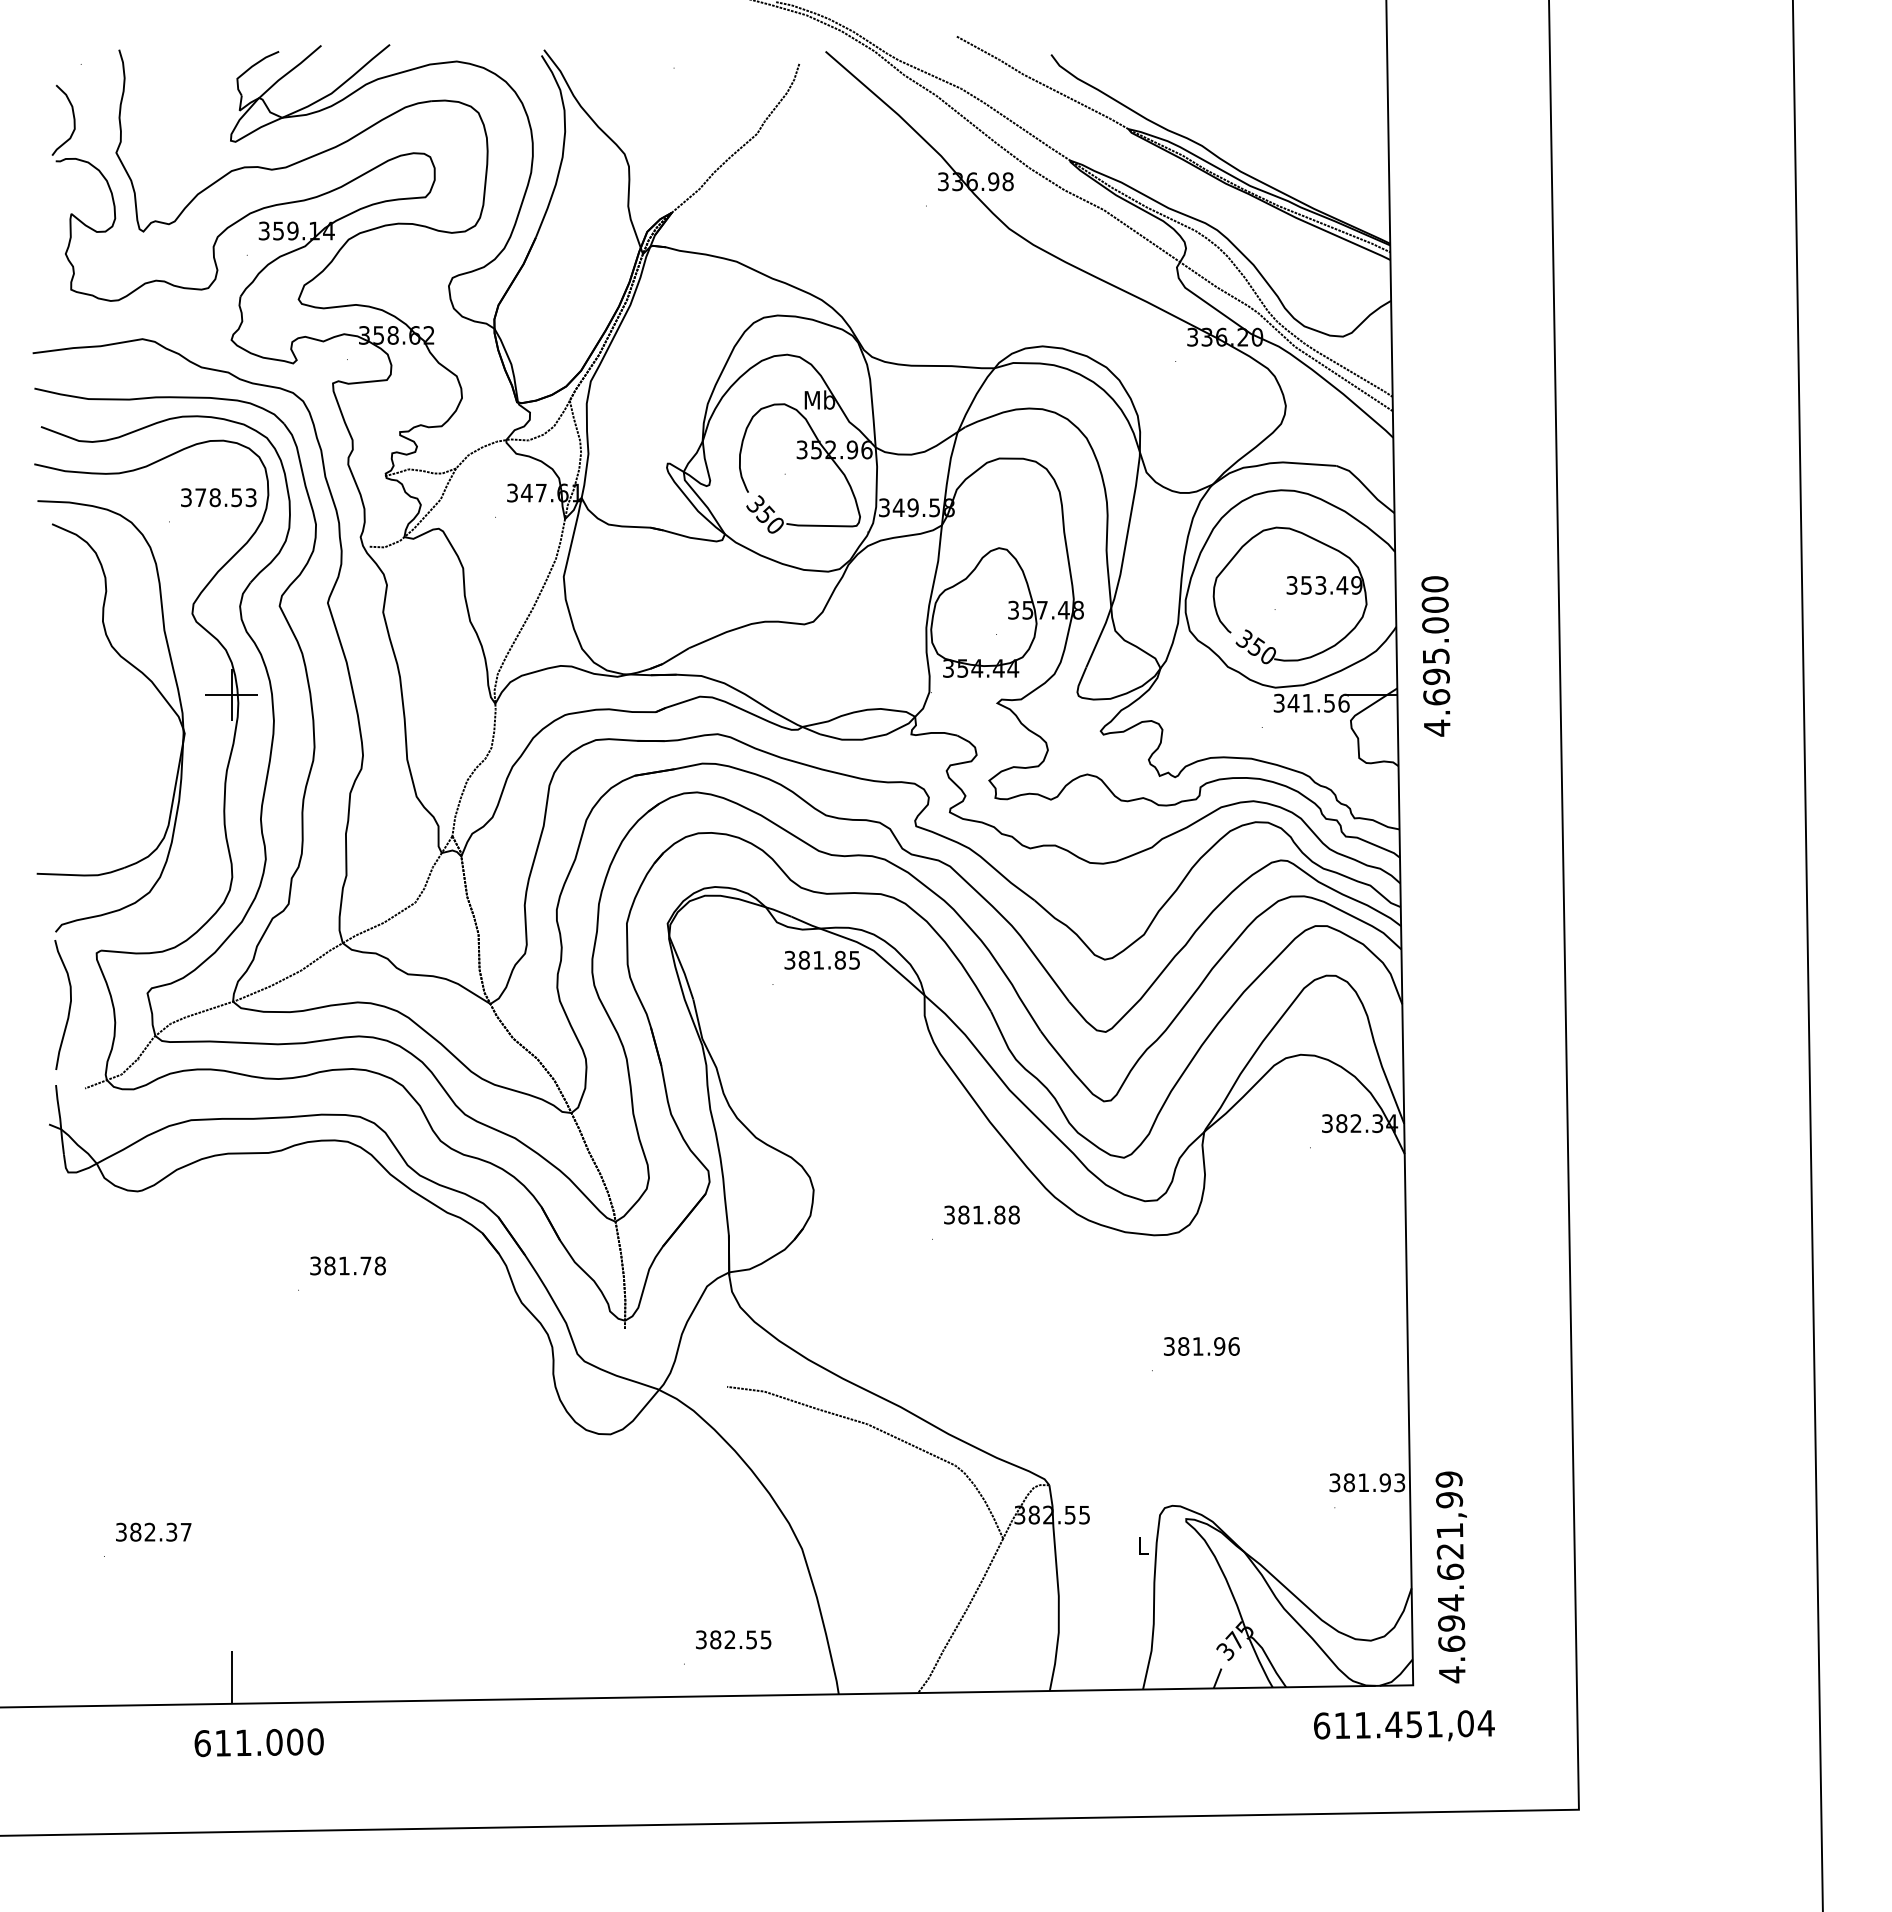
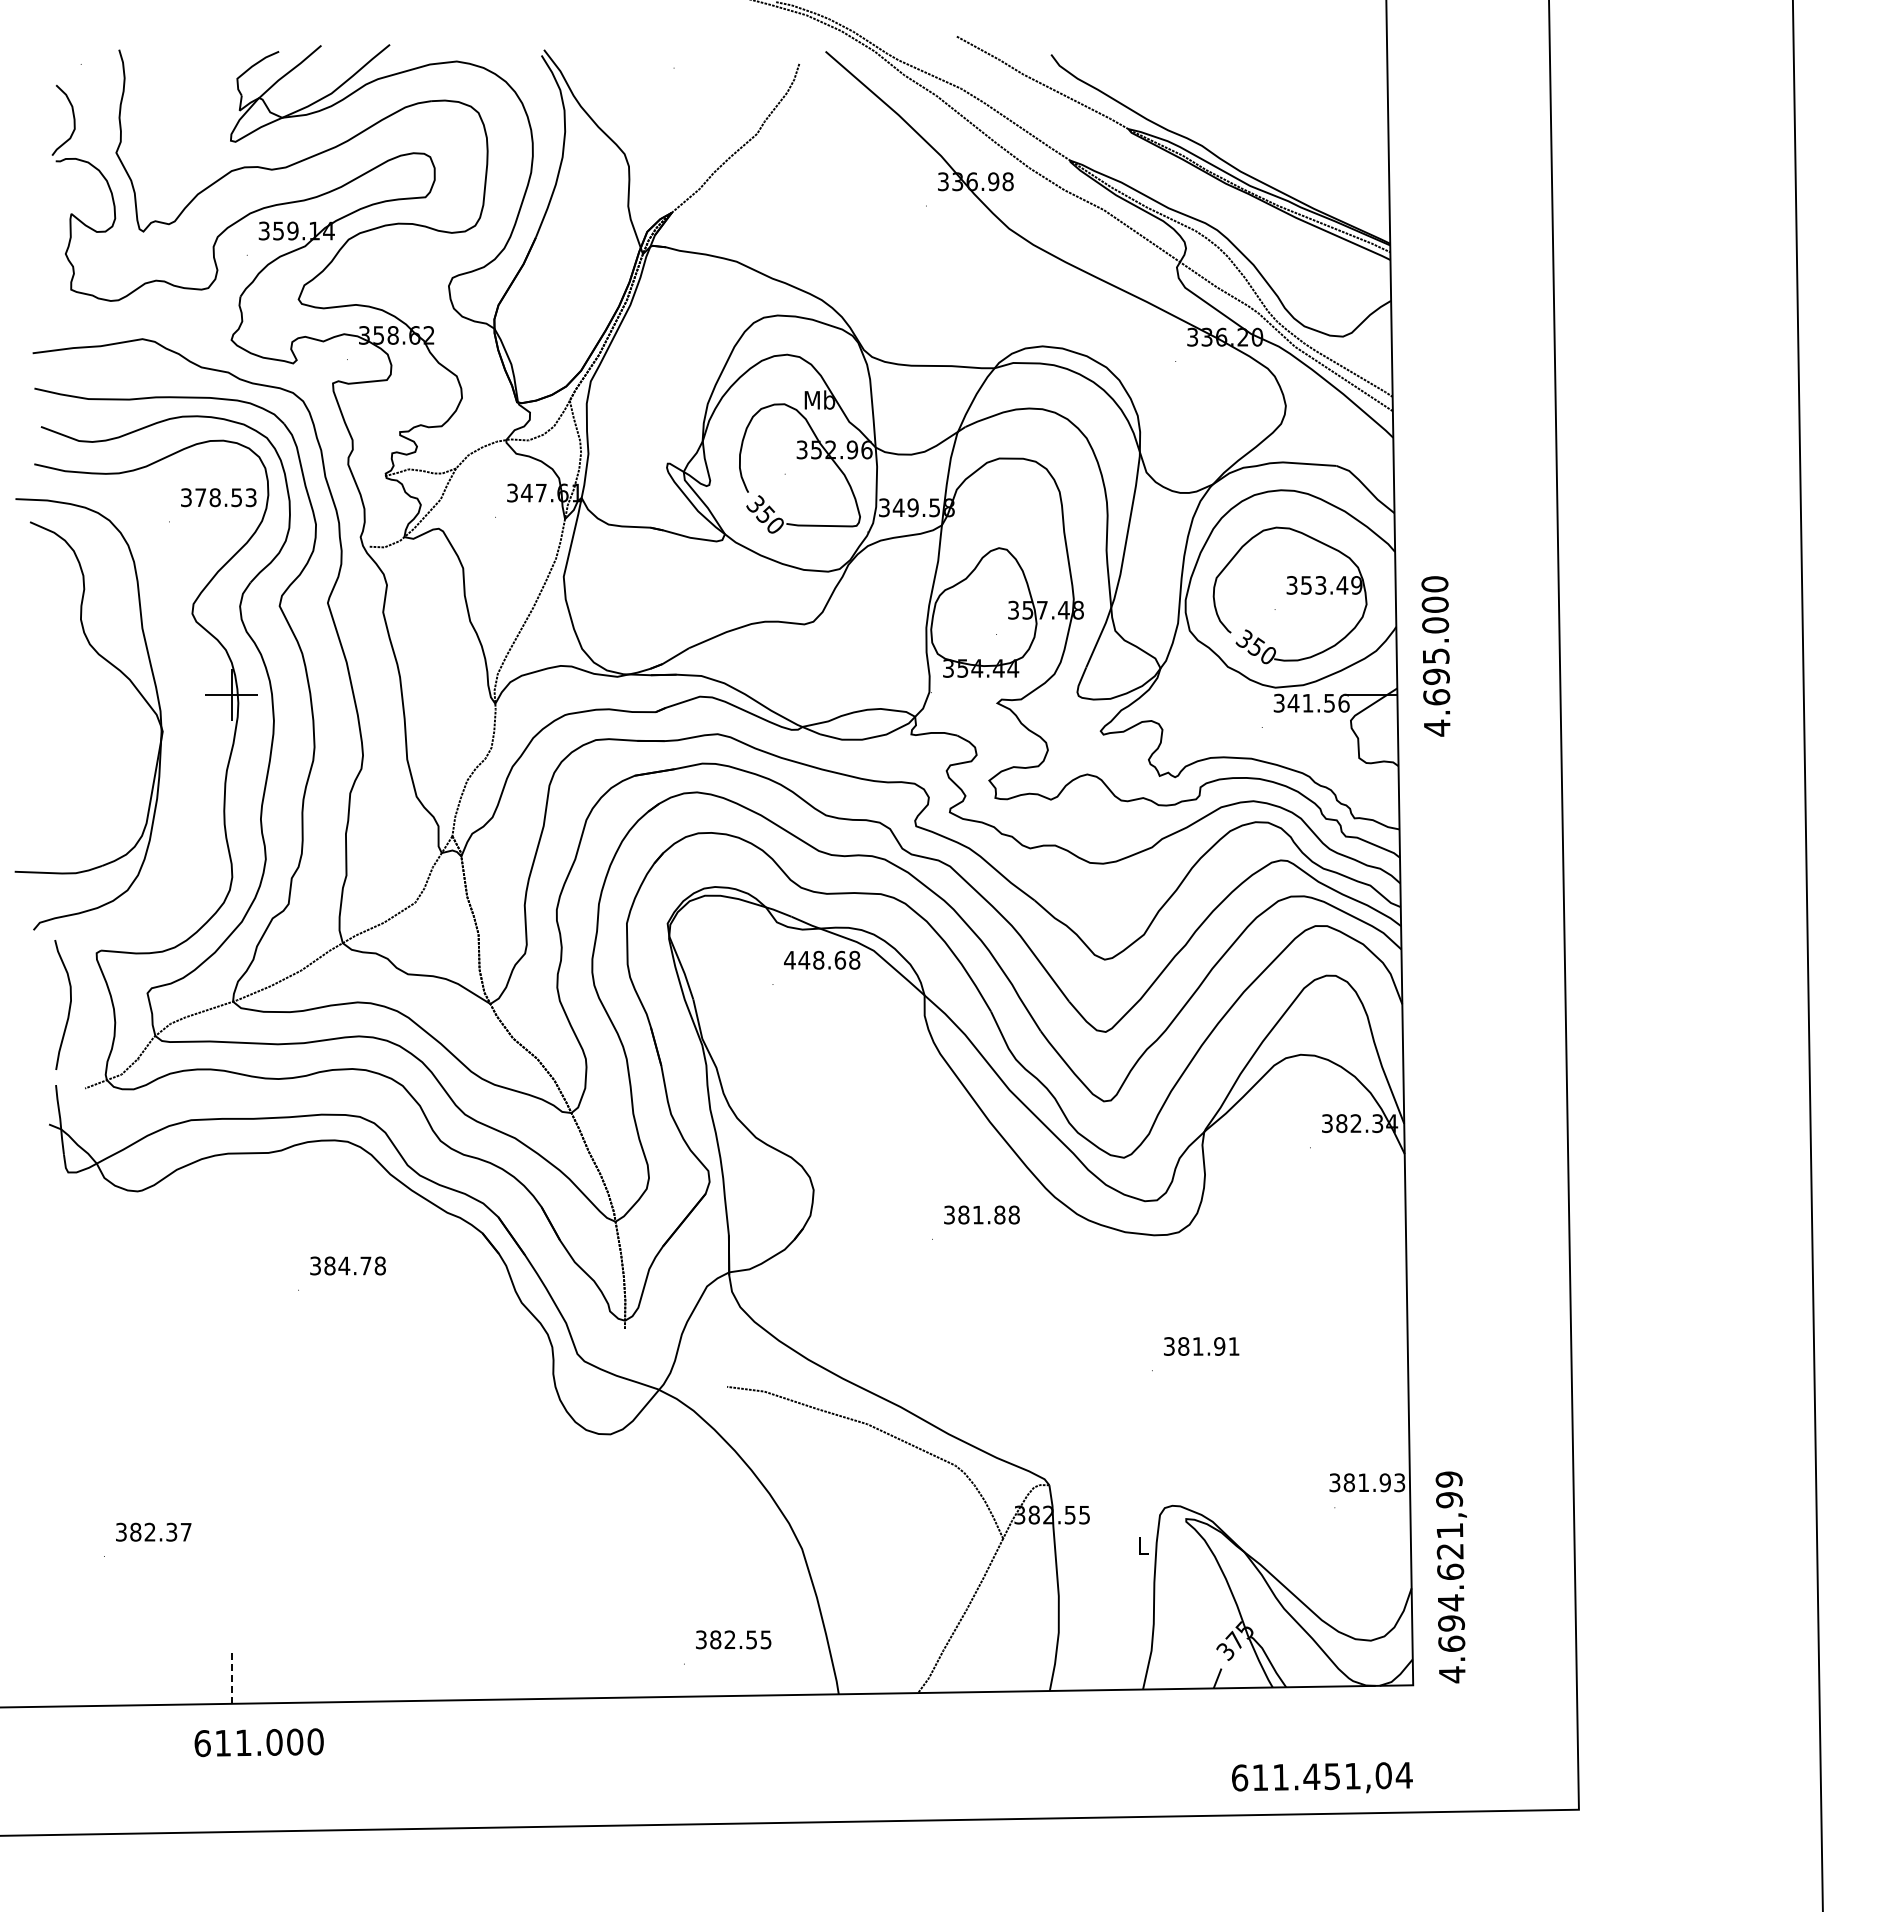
part at (147, 679) position: (147, 679) -> (125, 677)
text at (822, 959): 381.85 -> 448.68
text at (344, 1265): 381.78 -> 384.78
text at (1233, 1346): 381.96 -> 381.91
line at (231, 1677): solid -> dashed
text at (1404, 1725) position: (1404, 1725) -> (1322, 1777)
